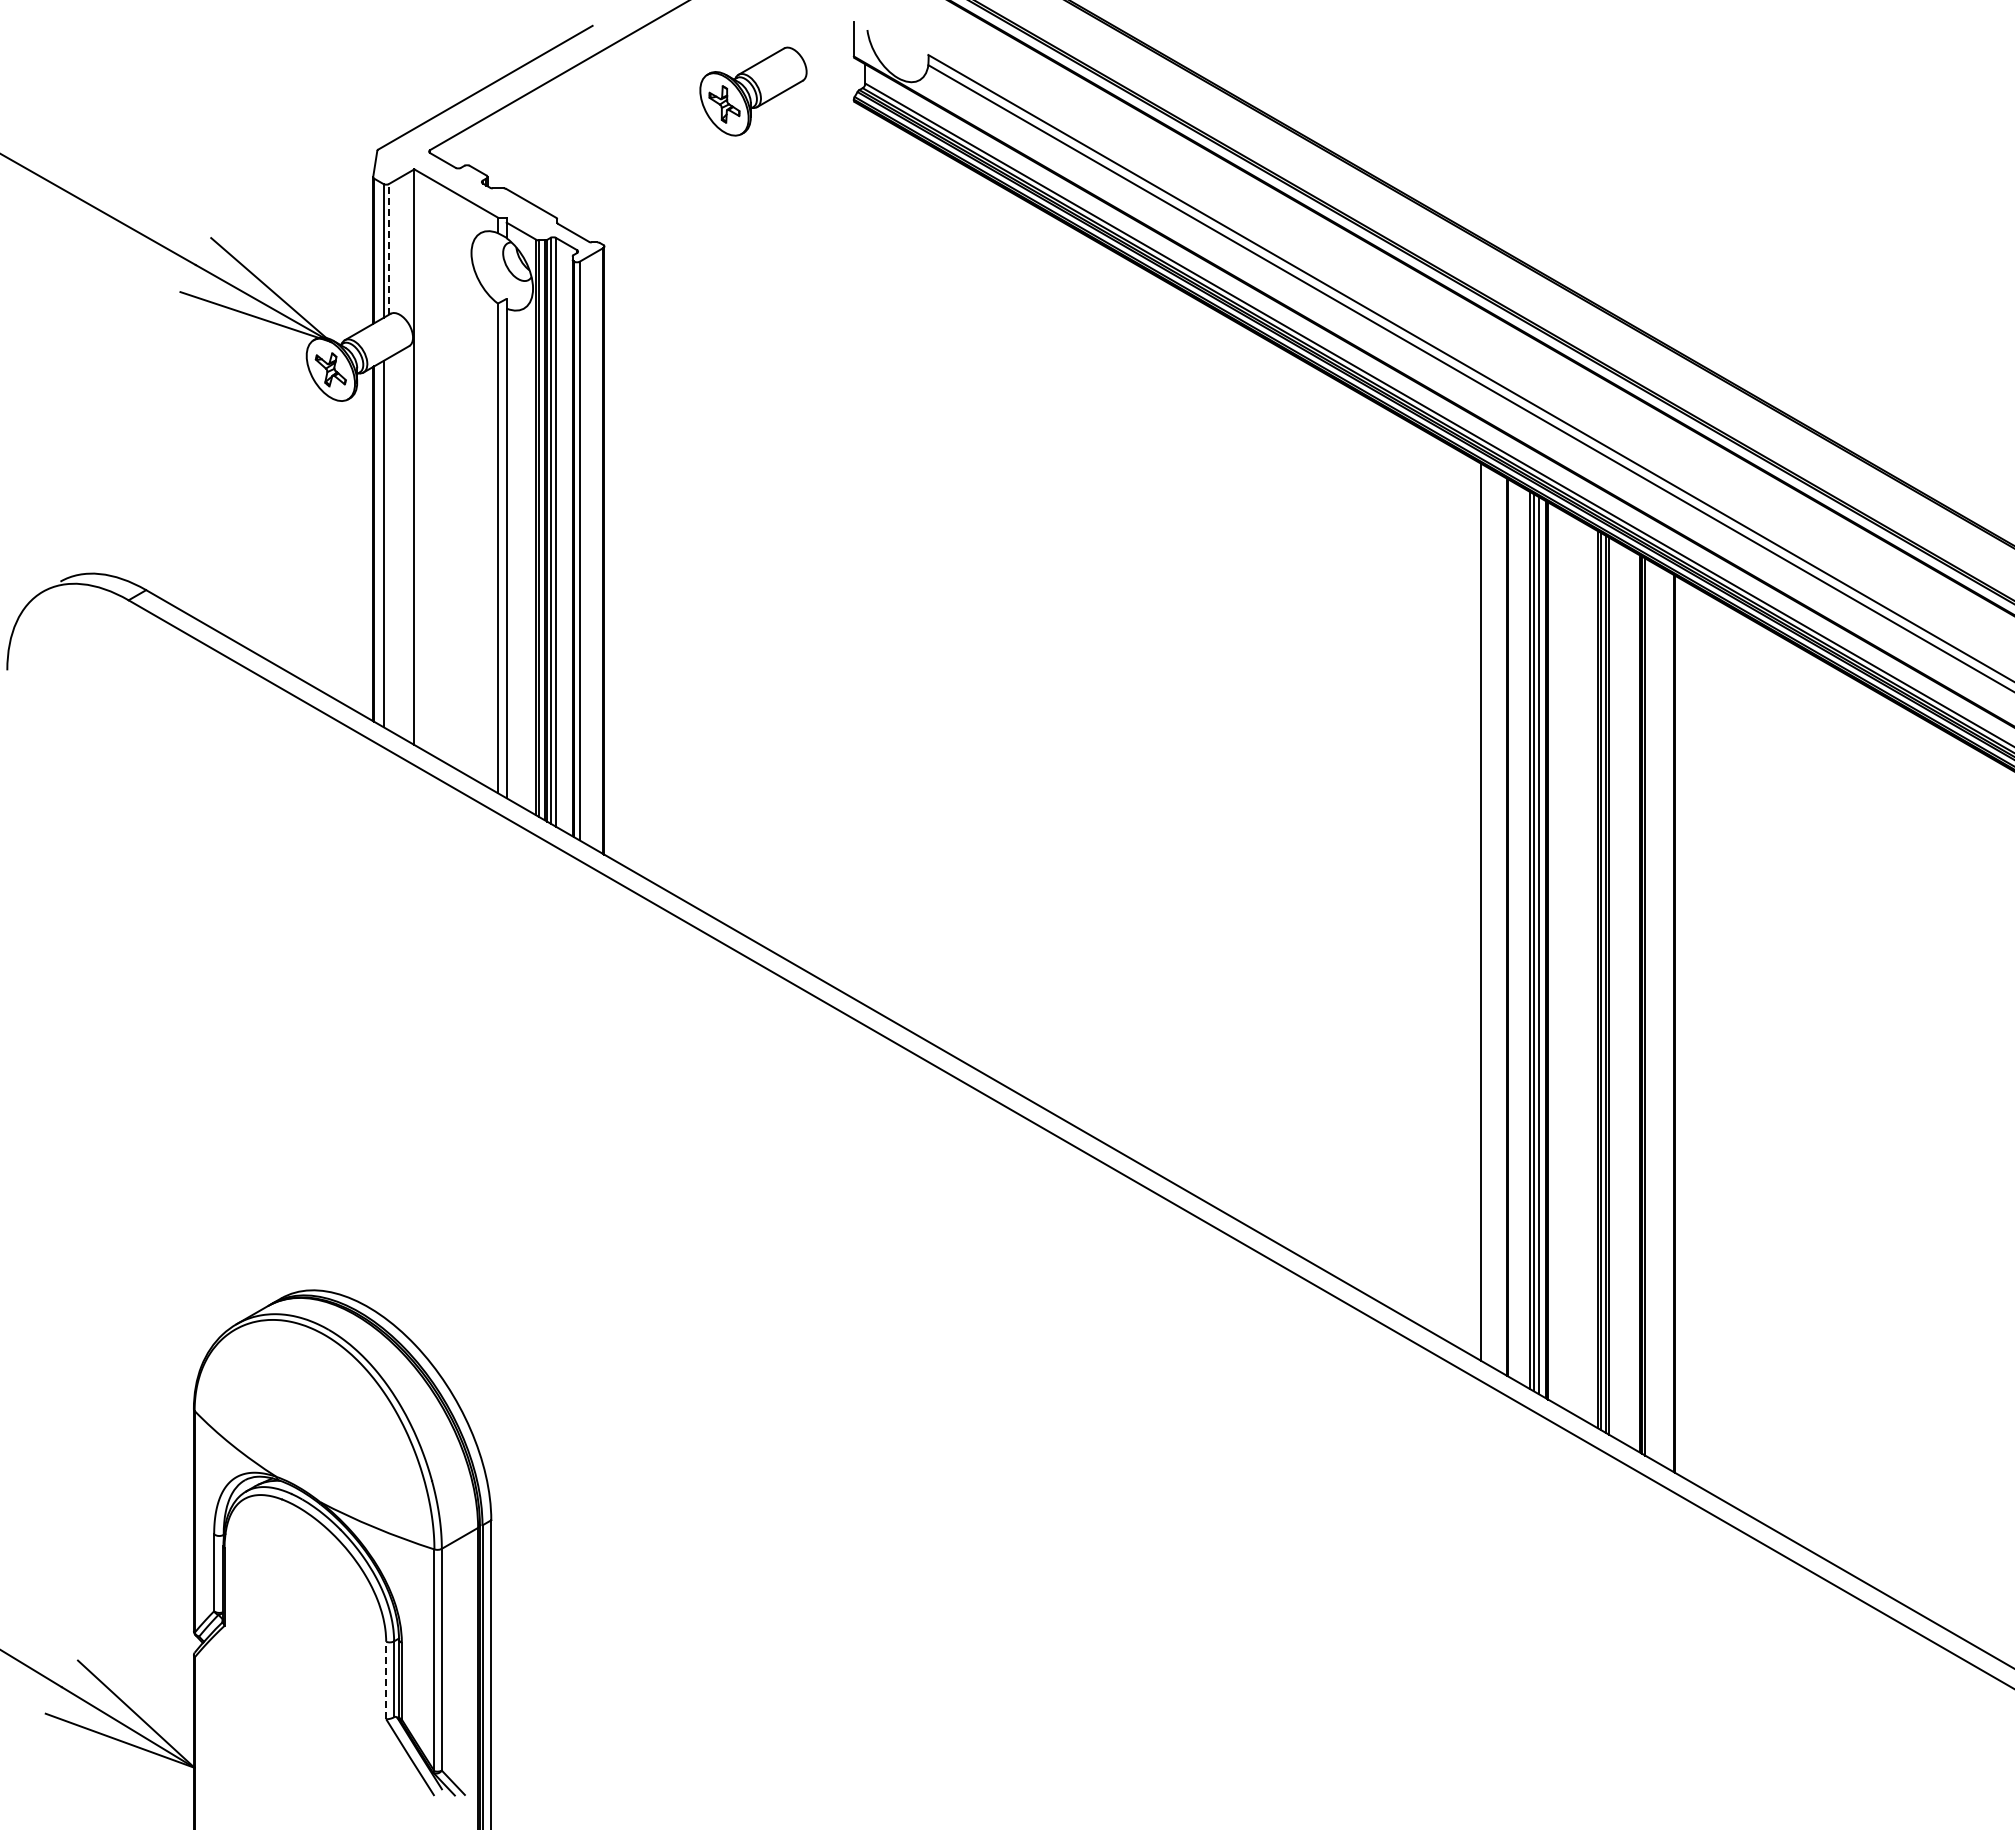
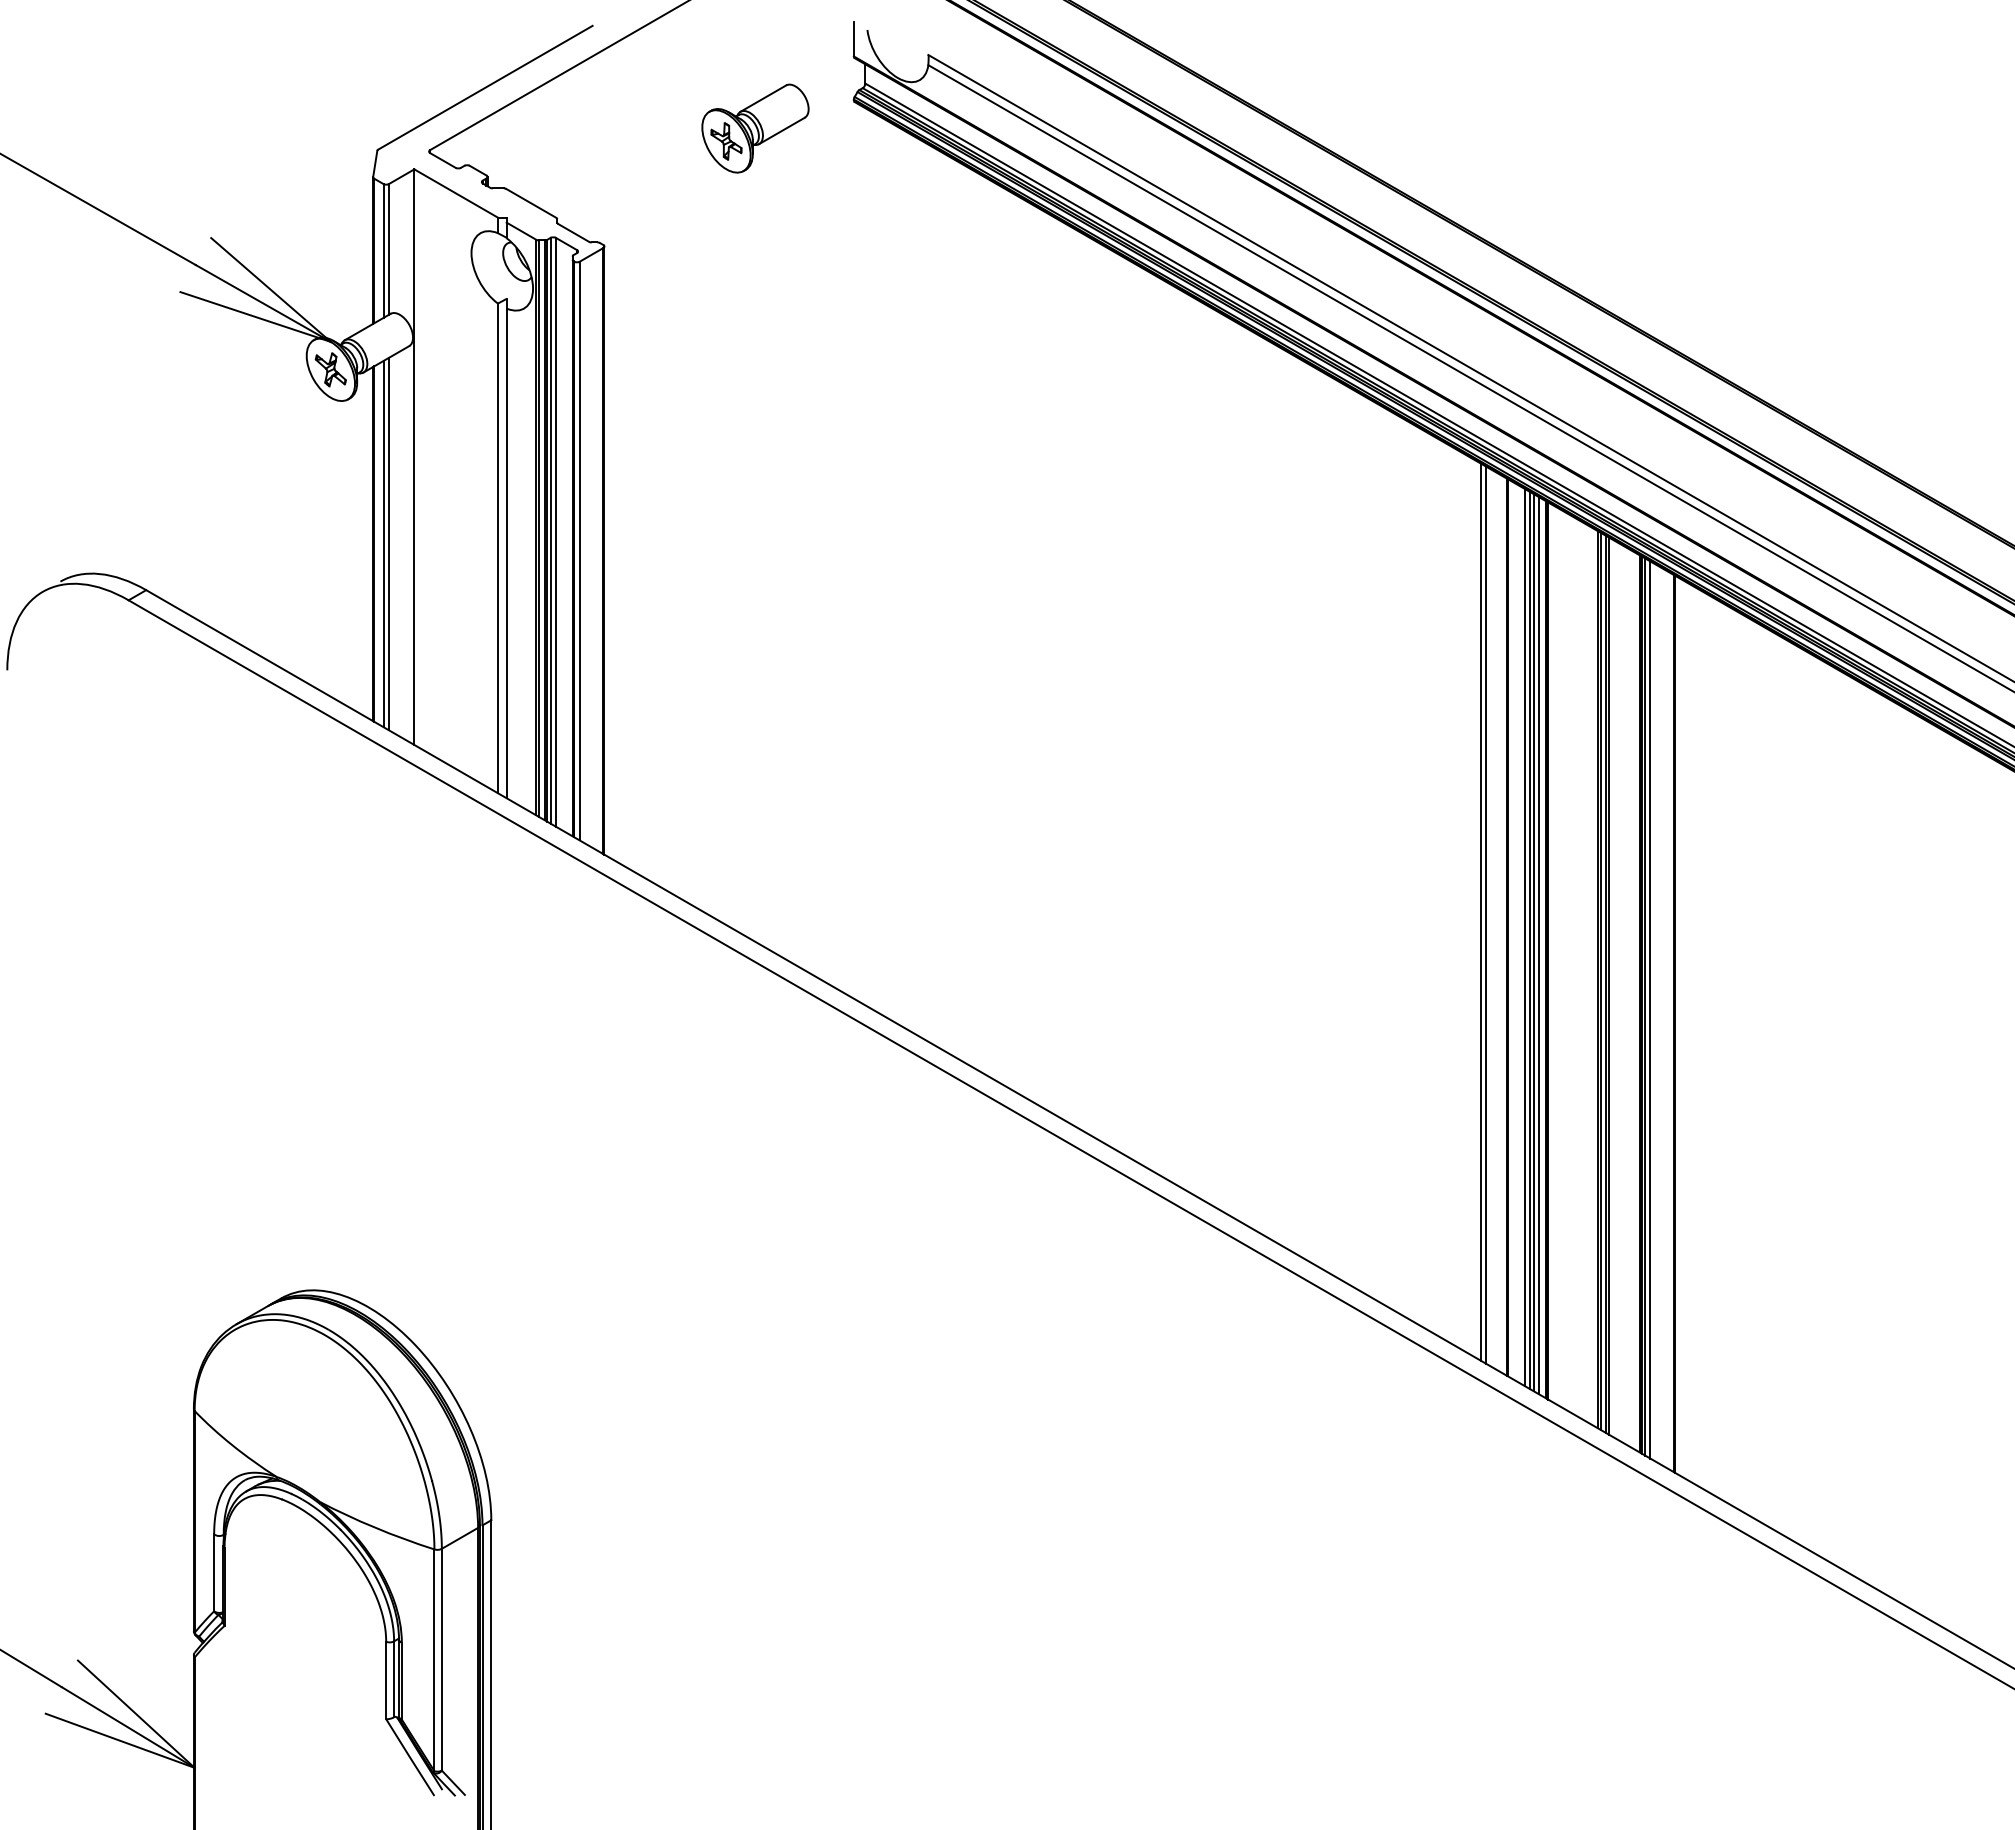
part at (753, 91) position: (753, 91) -> (755, 128)
line at (388, 248): dashed -> solid
line at (388, 543): none -> present
line at (1486, 914): none -> present
line at (1524, 937): none -> present
line at (1650, 1009): none -> present
line at (386, 1680): dashed -> solid
